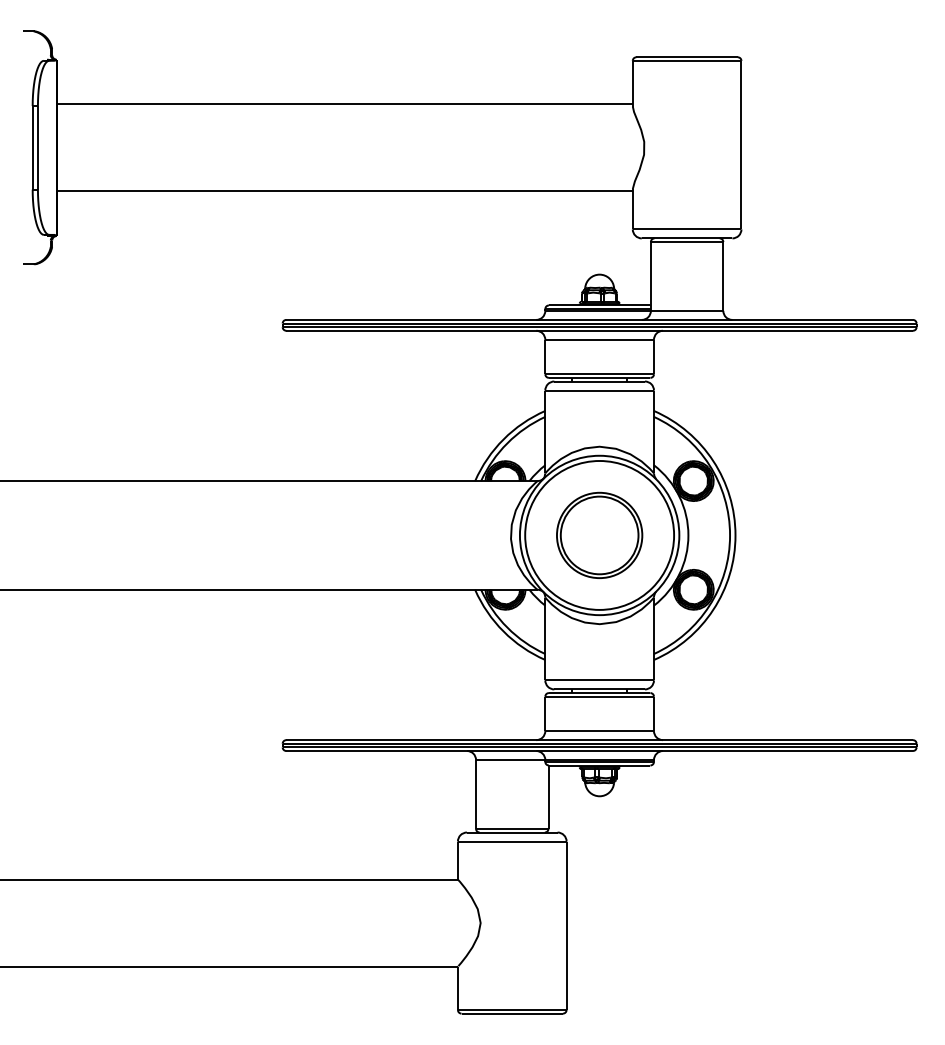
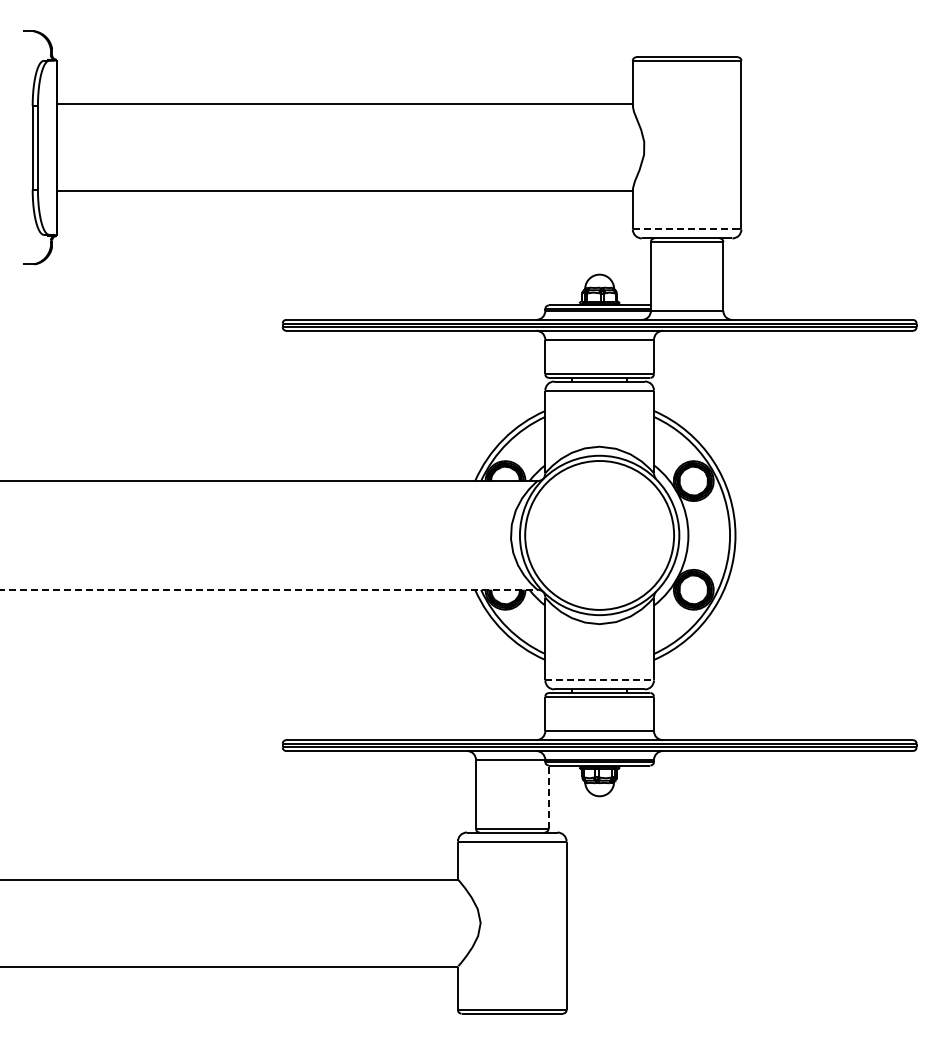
line at (682, 229): solid -> dashed
part at (599, 534): present -> none
line at (269, 589): solid -> dashed
line at (600, 680): solid -> dashed
line at (548, 797): solid -> dashed
